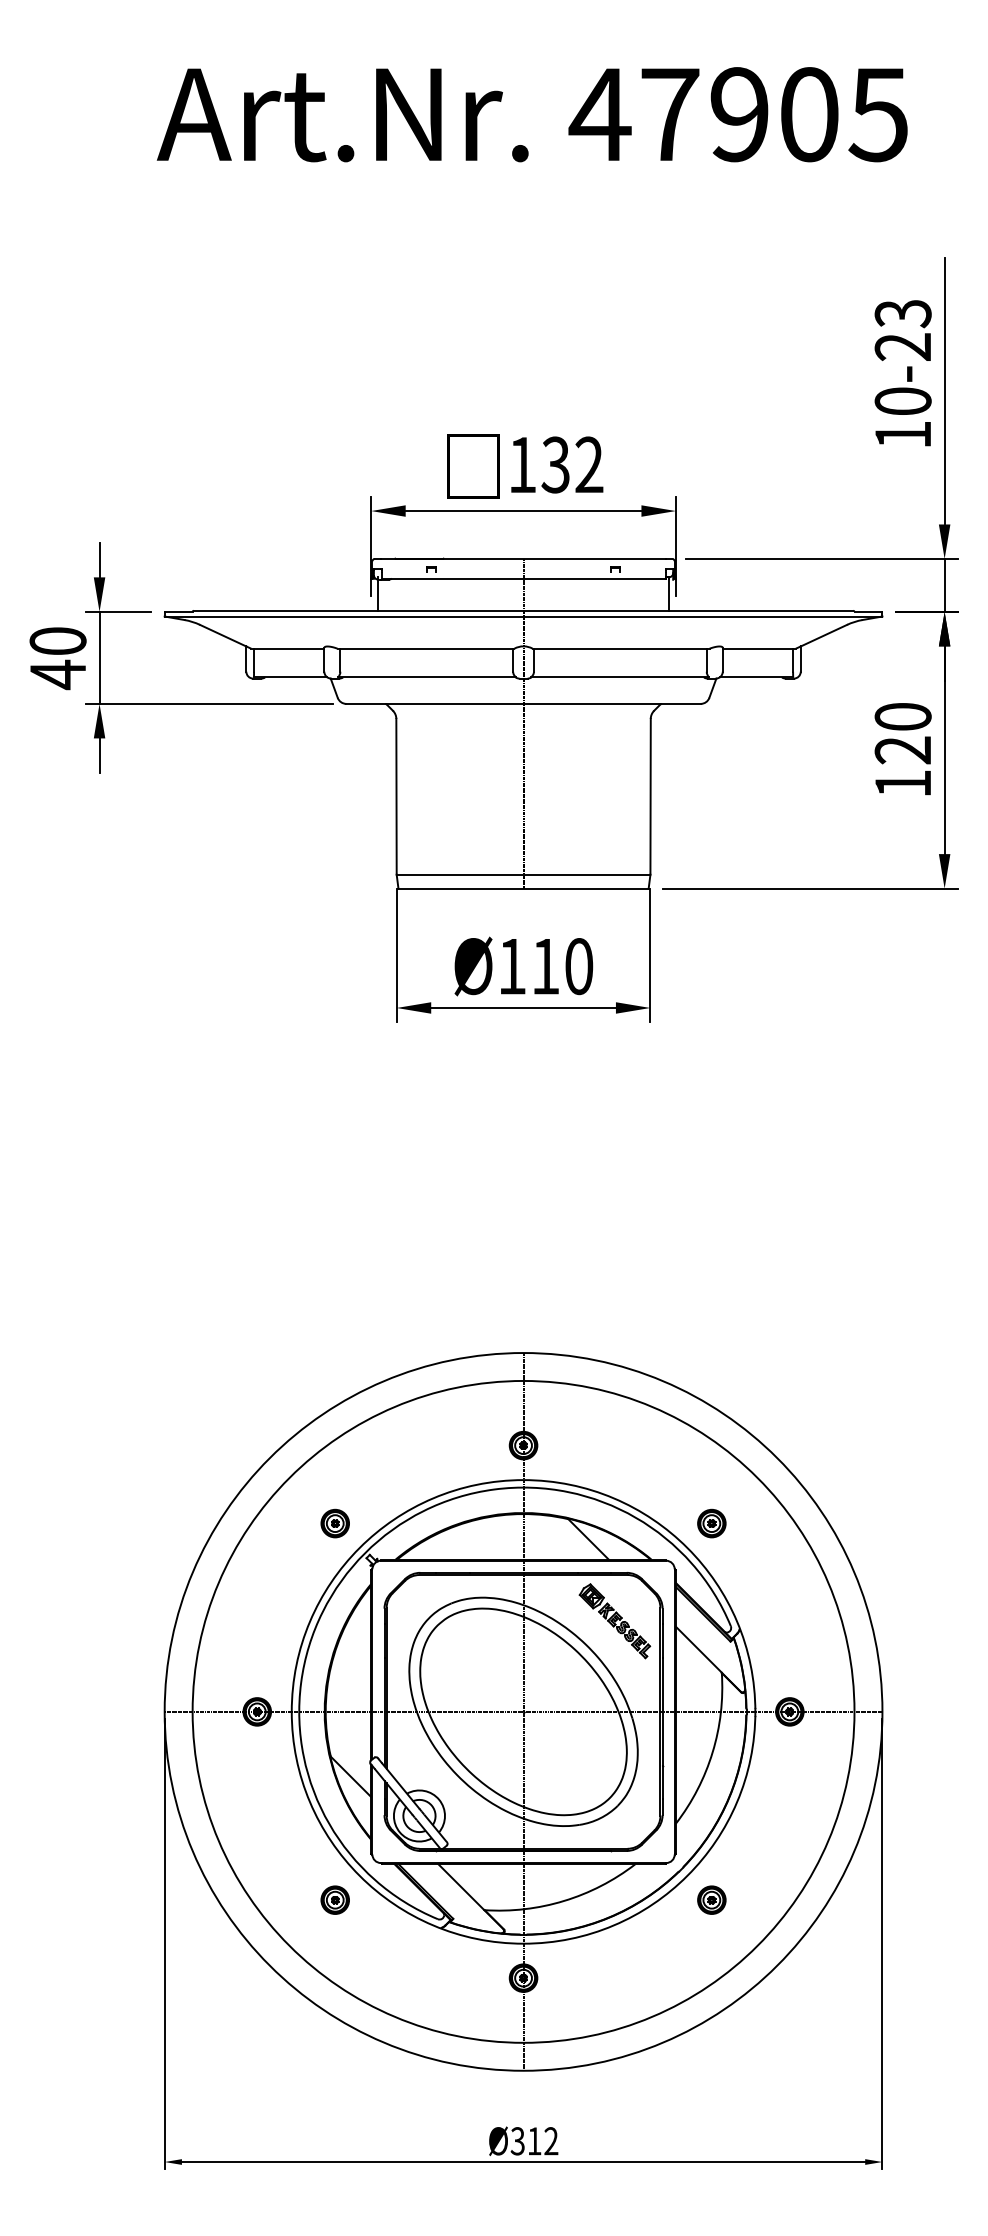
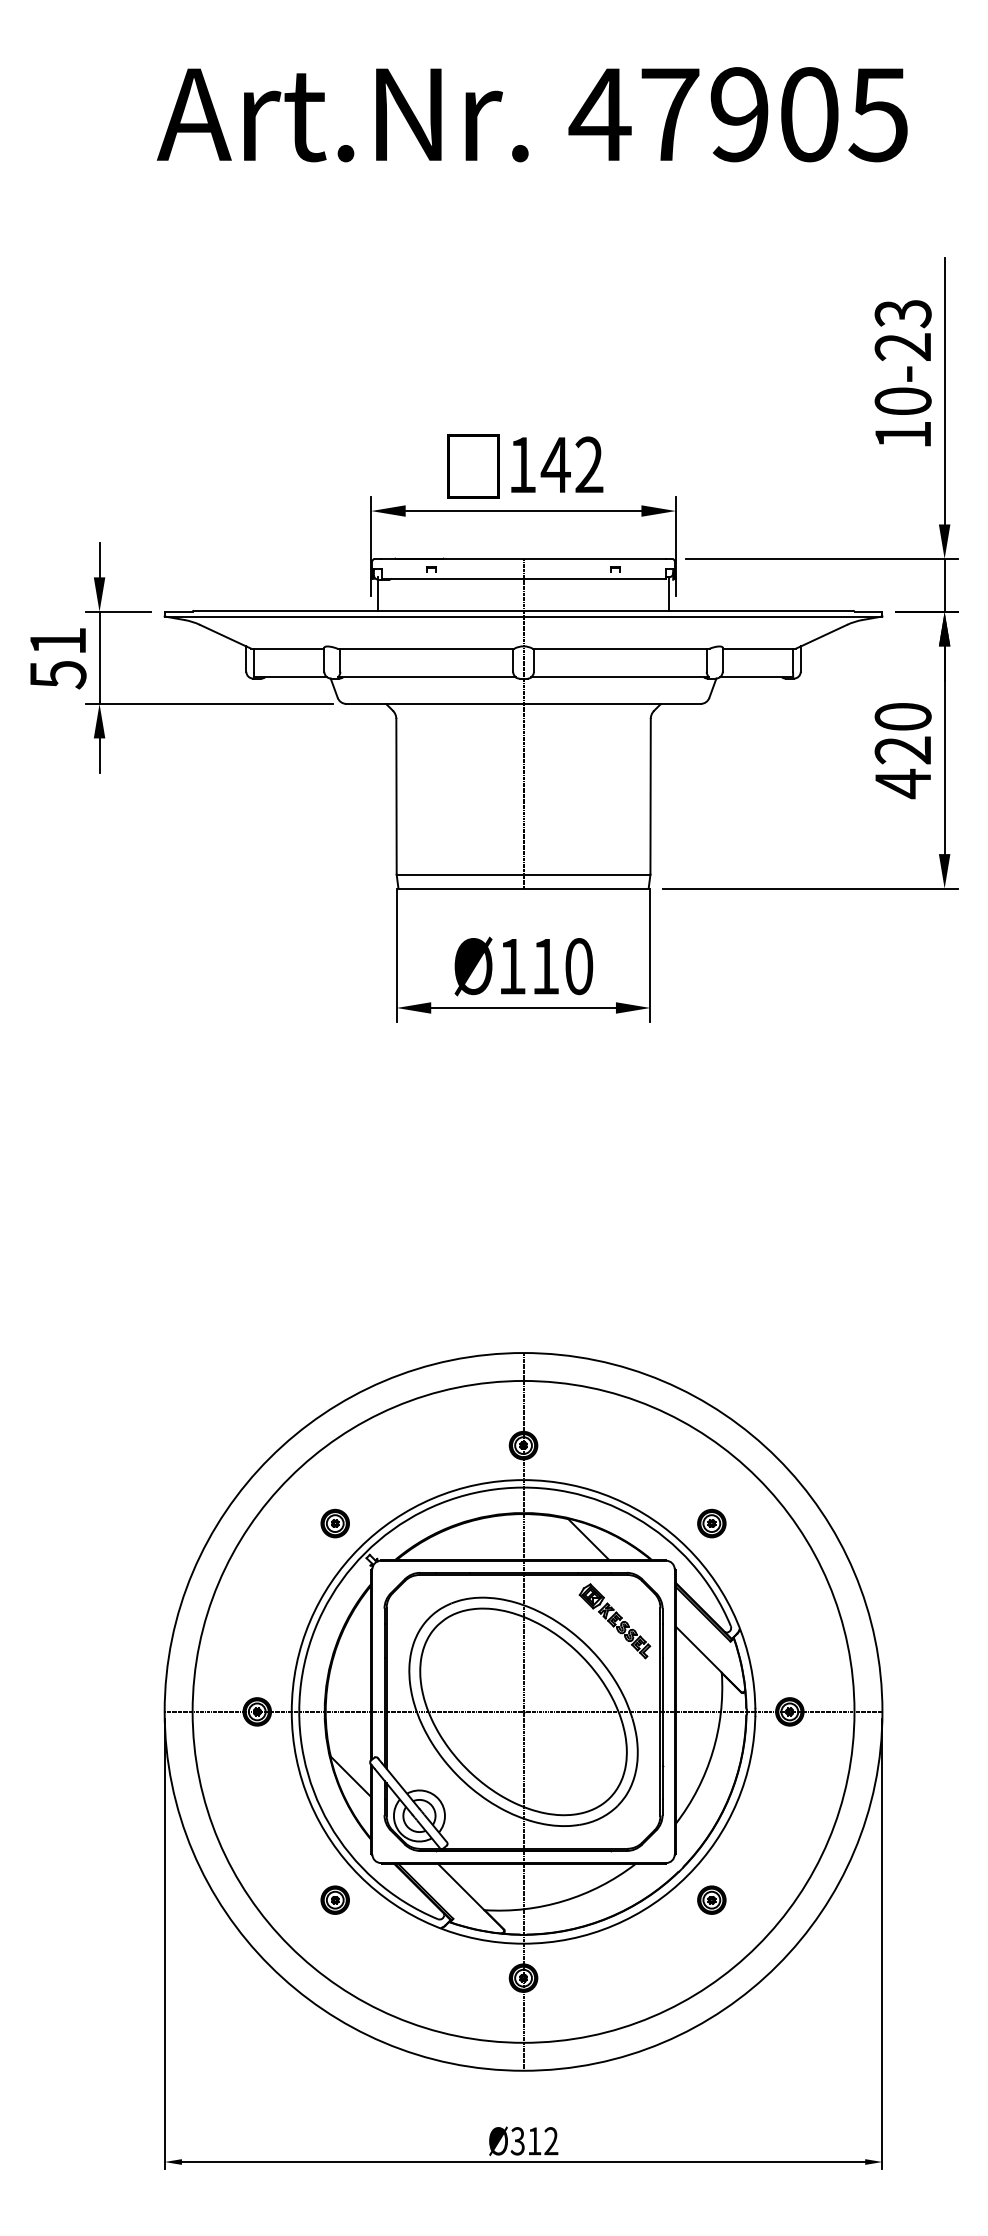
text at (555, 464): 132 -> 142
text at (57, 658): 40 -> 51
text at (902, 783): 120 -> 420
